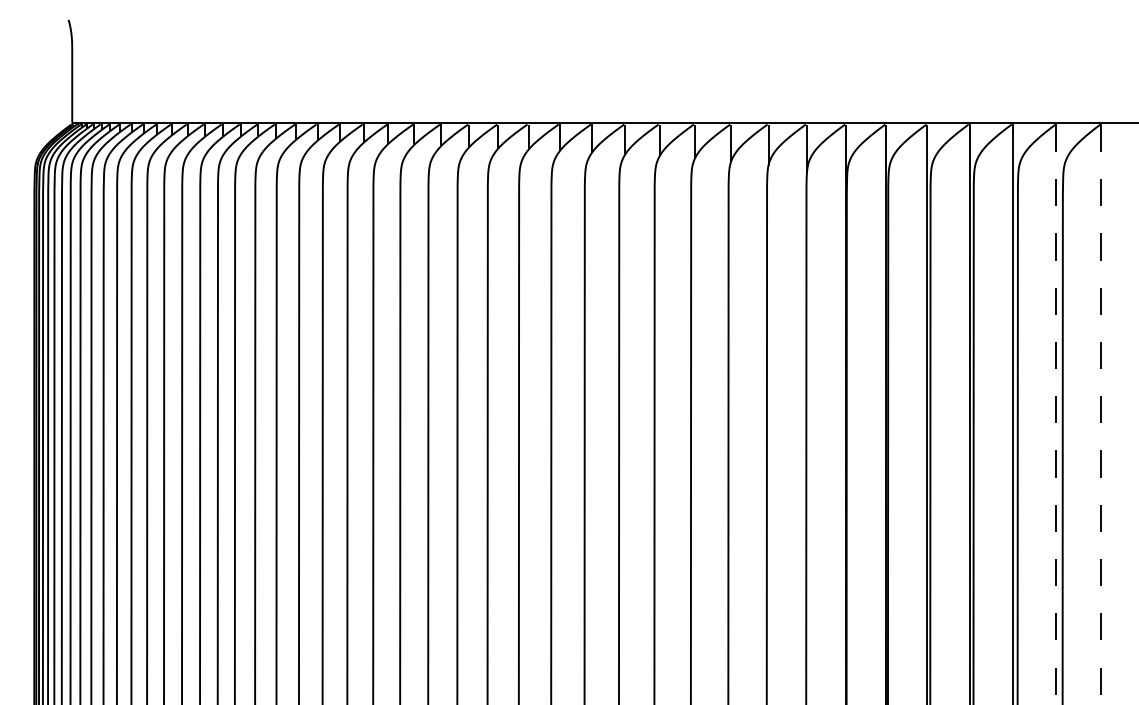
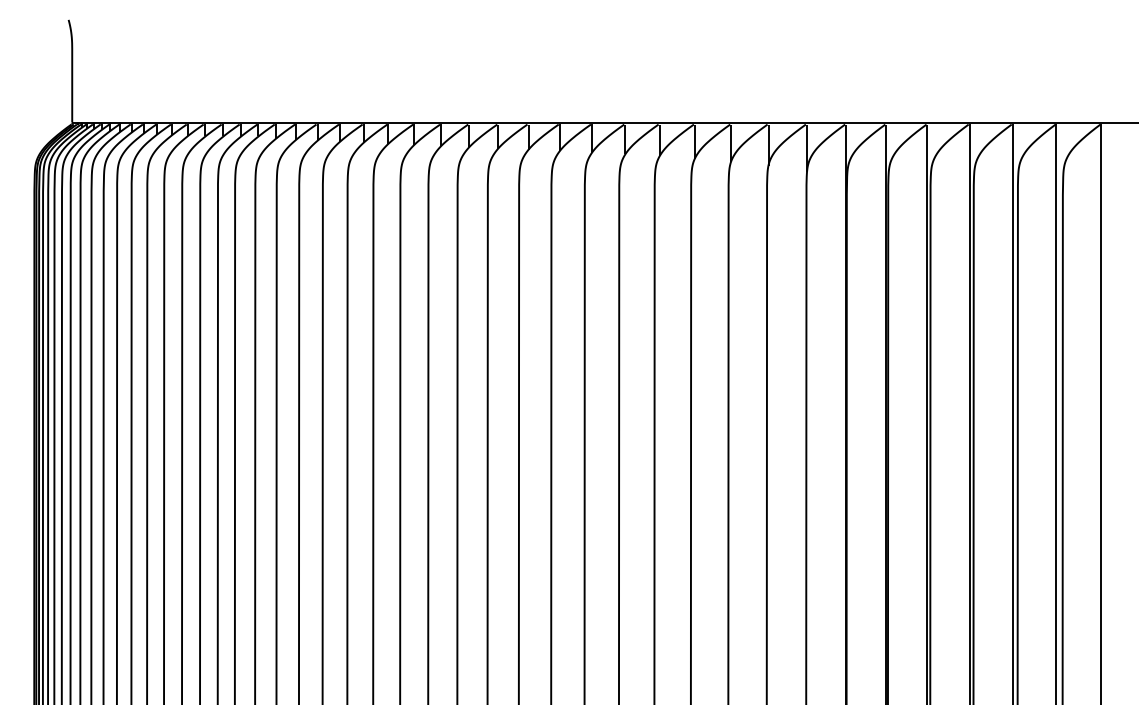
line at (1056, 414): dashed -> solid
line at (1101, 414): dashed -> solid
